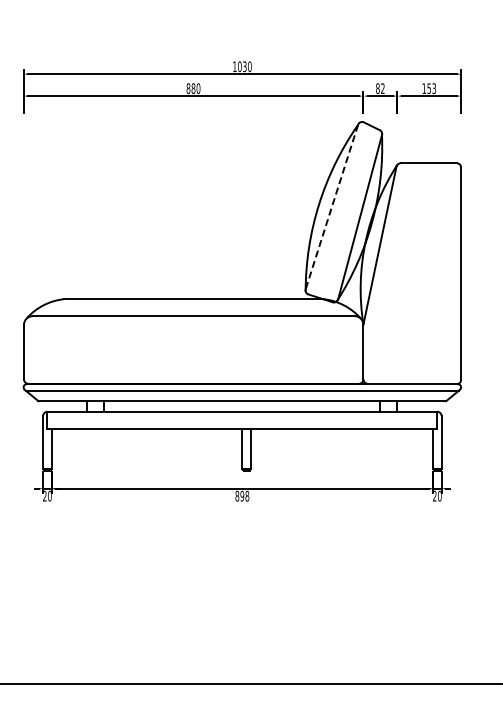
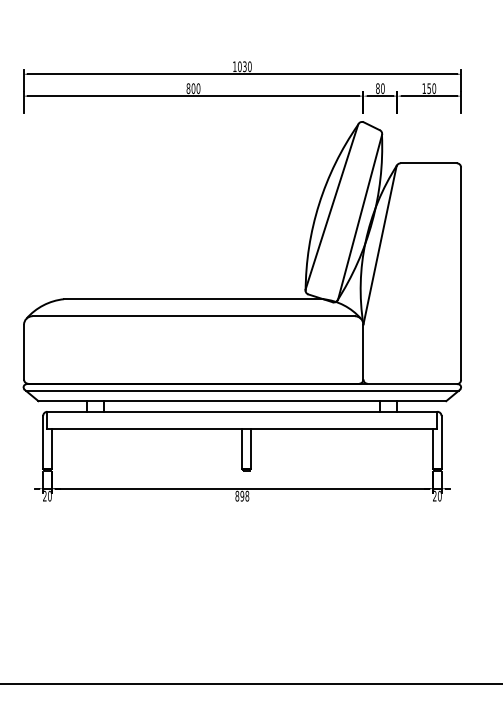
text at (193, 88): 880 -> 800
text at (382, 88): 82 -> 80
text at (434, 88): 153 -> 150
line at (331, 207): dashed -> solid
